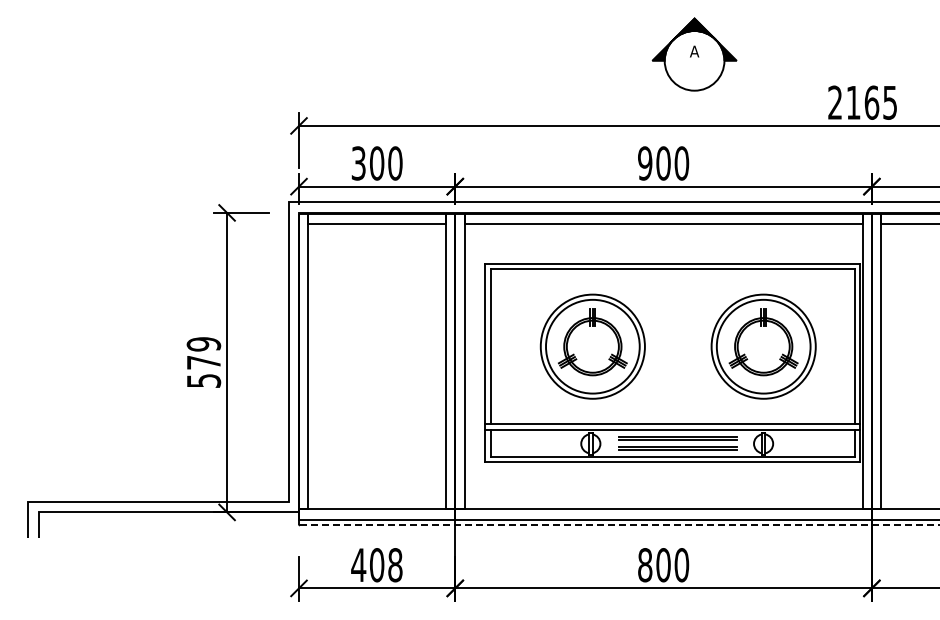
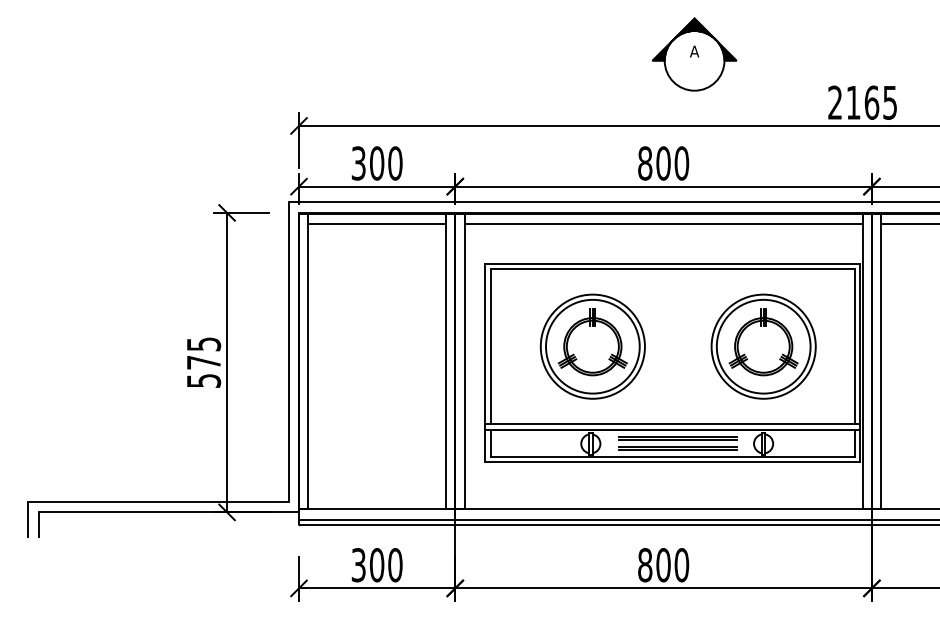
text at (645, 163): 900 -> 800
text at (203, 344): 579 -> 575
line at (619, 525): dashed -> solid
text at (376, 565): 408 -> 300
